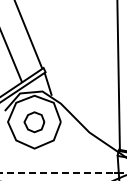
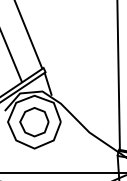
part at (34, 122) size: 23x23 px -> 31x31 px
line at (63, 173): dashed -> solid
